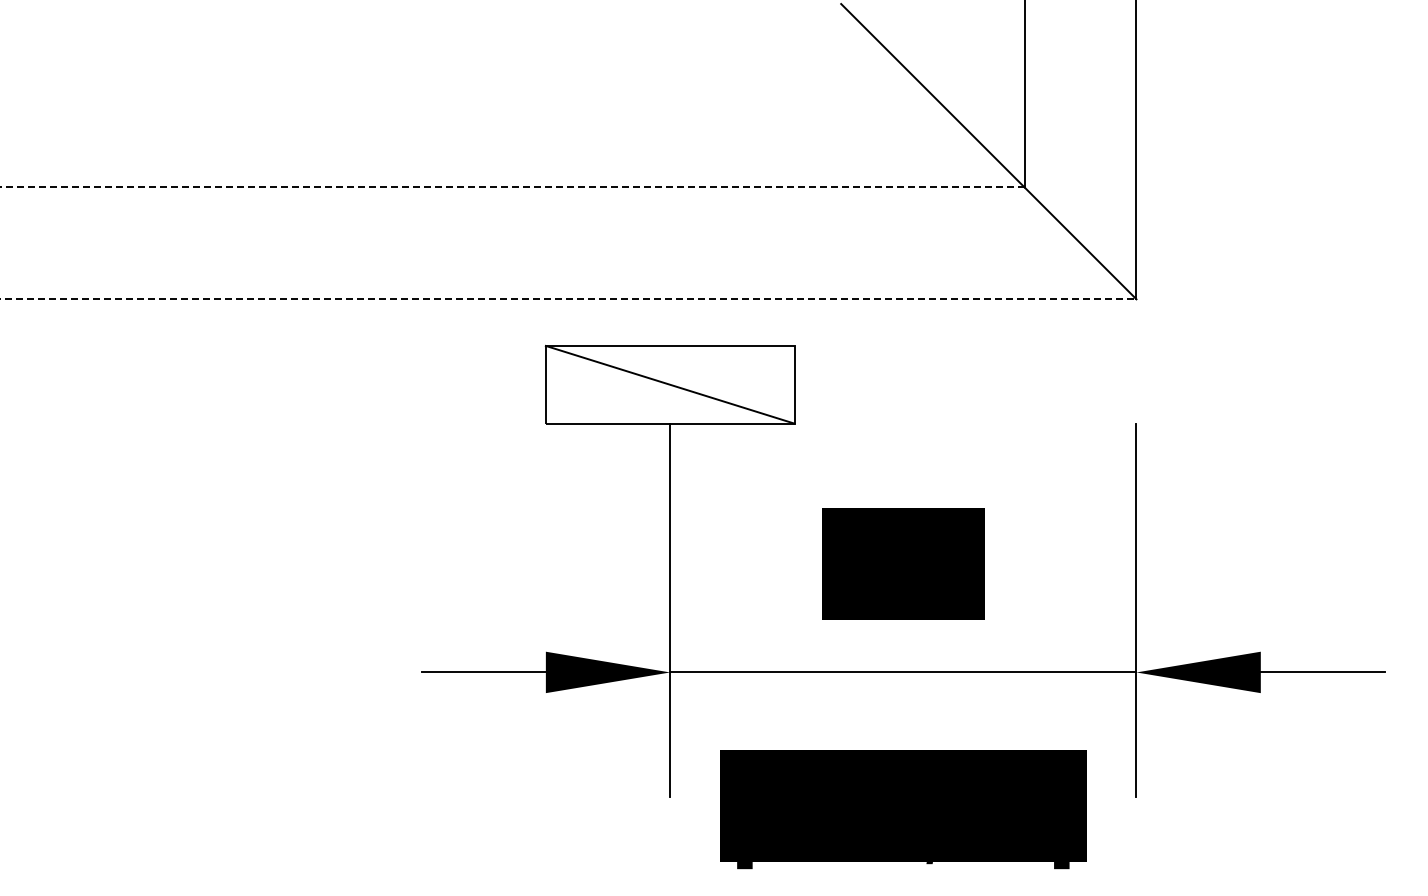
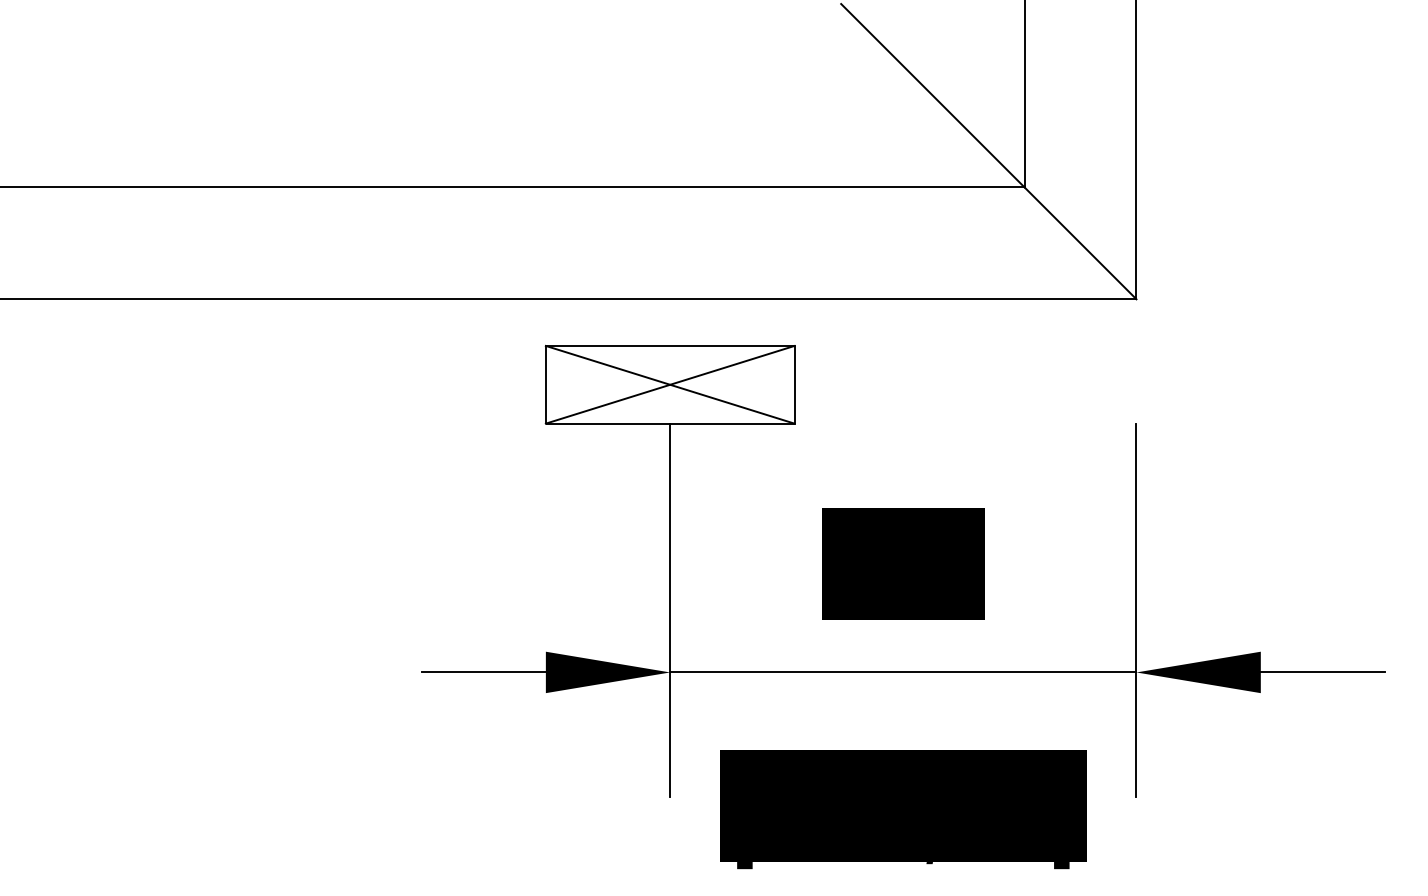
line at (512, 187): dashed -> solid
line at (568, 299): dashed -> solid
line at (669, 384): none -> present
